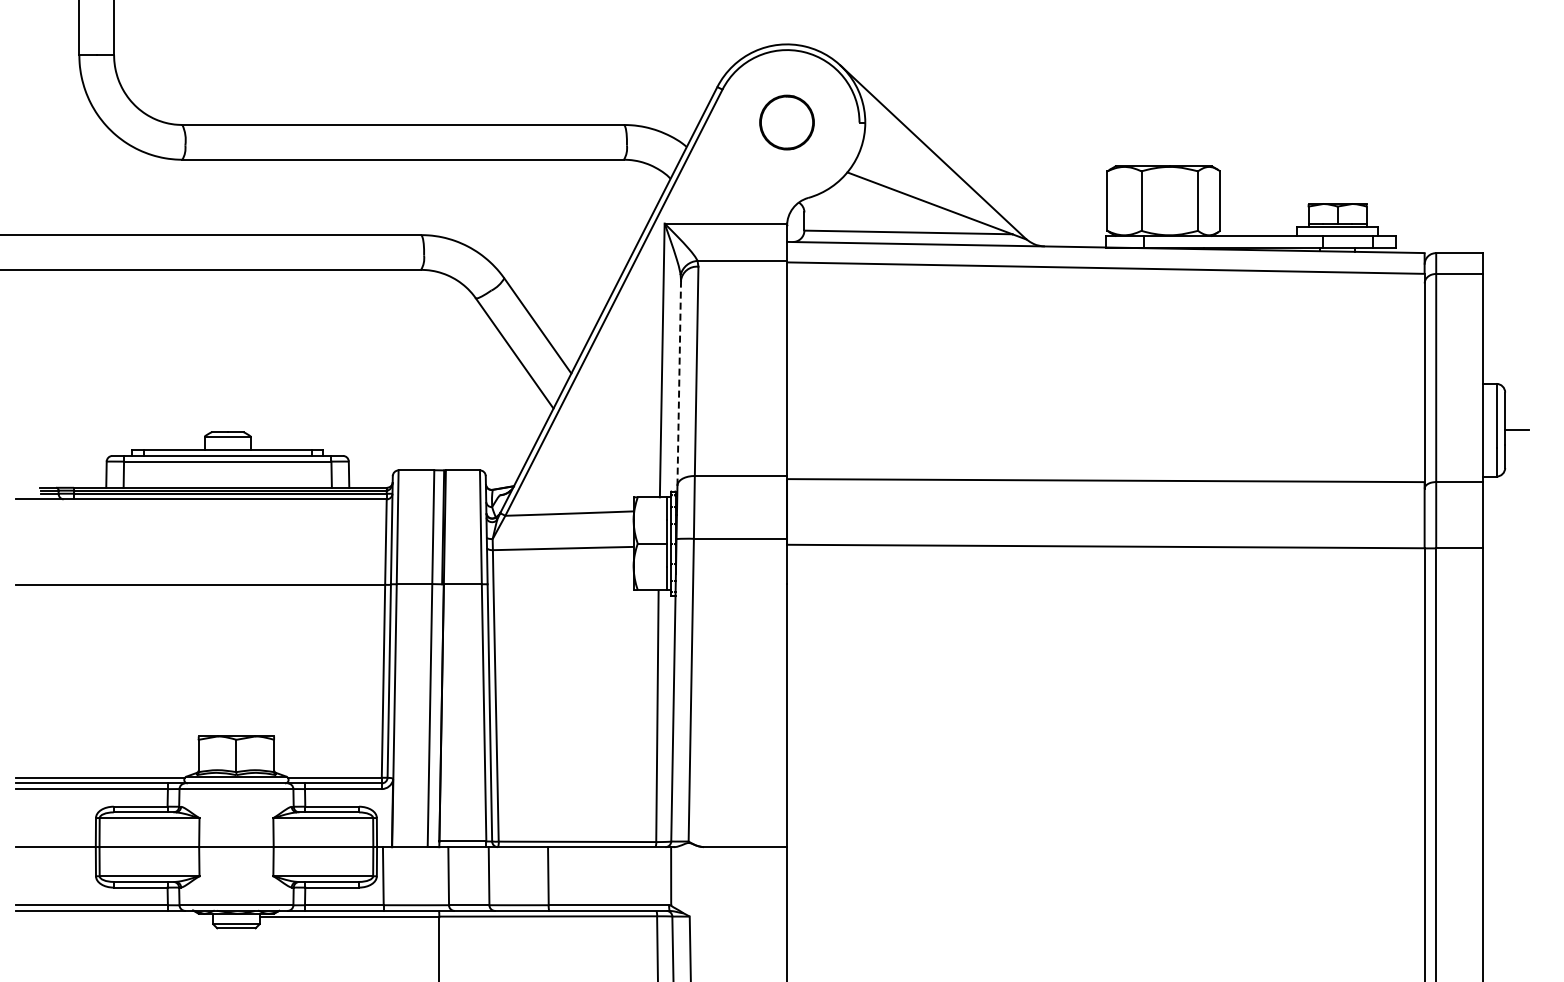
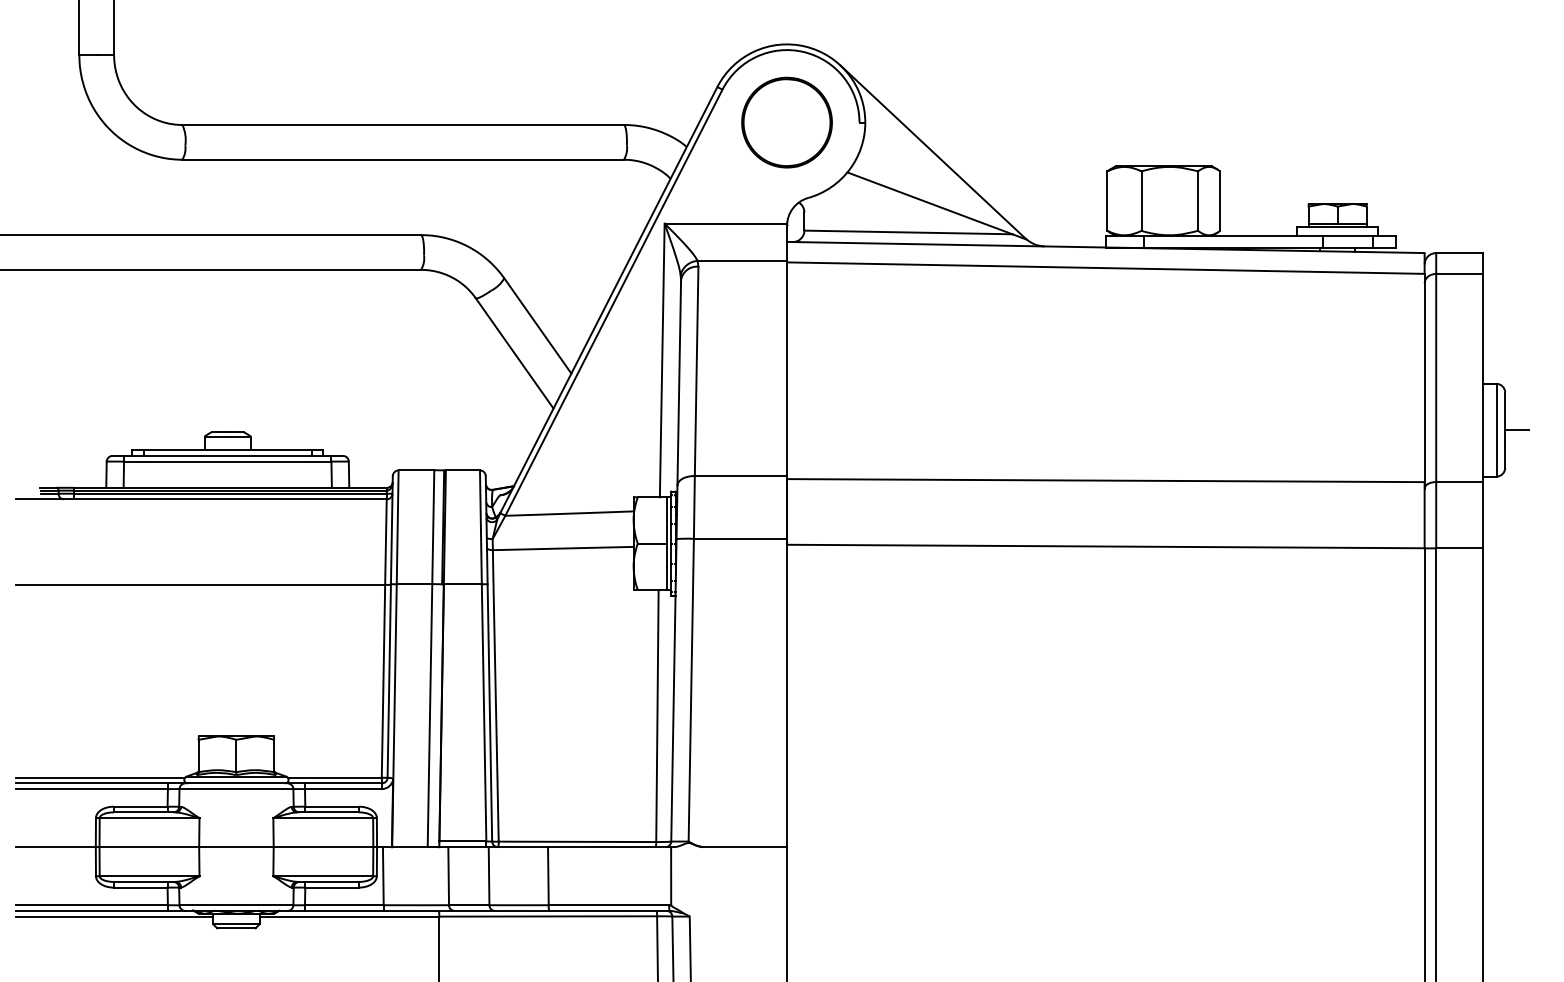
part at (786, 122) size: 56x57 px -> 92x93 px
line at (679, 382): dashed -> solid
line at (114, 916): none -> present
